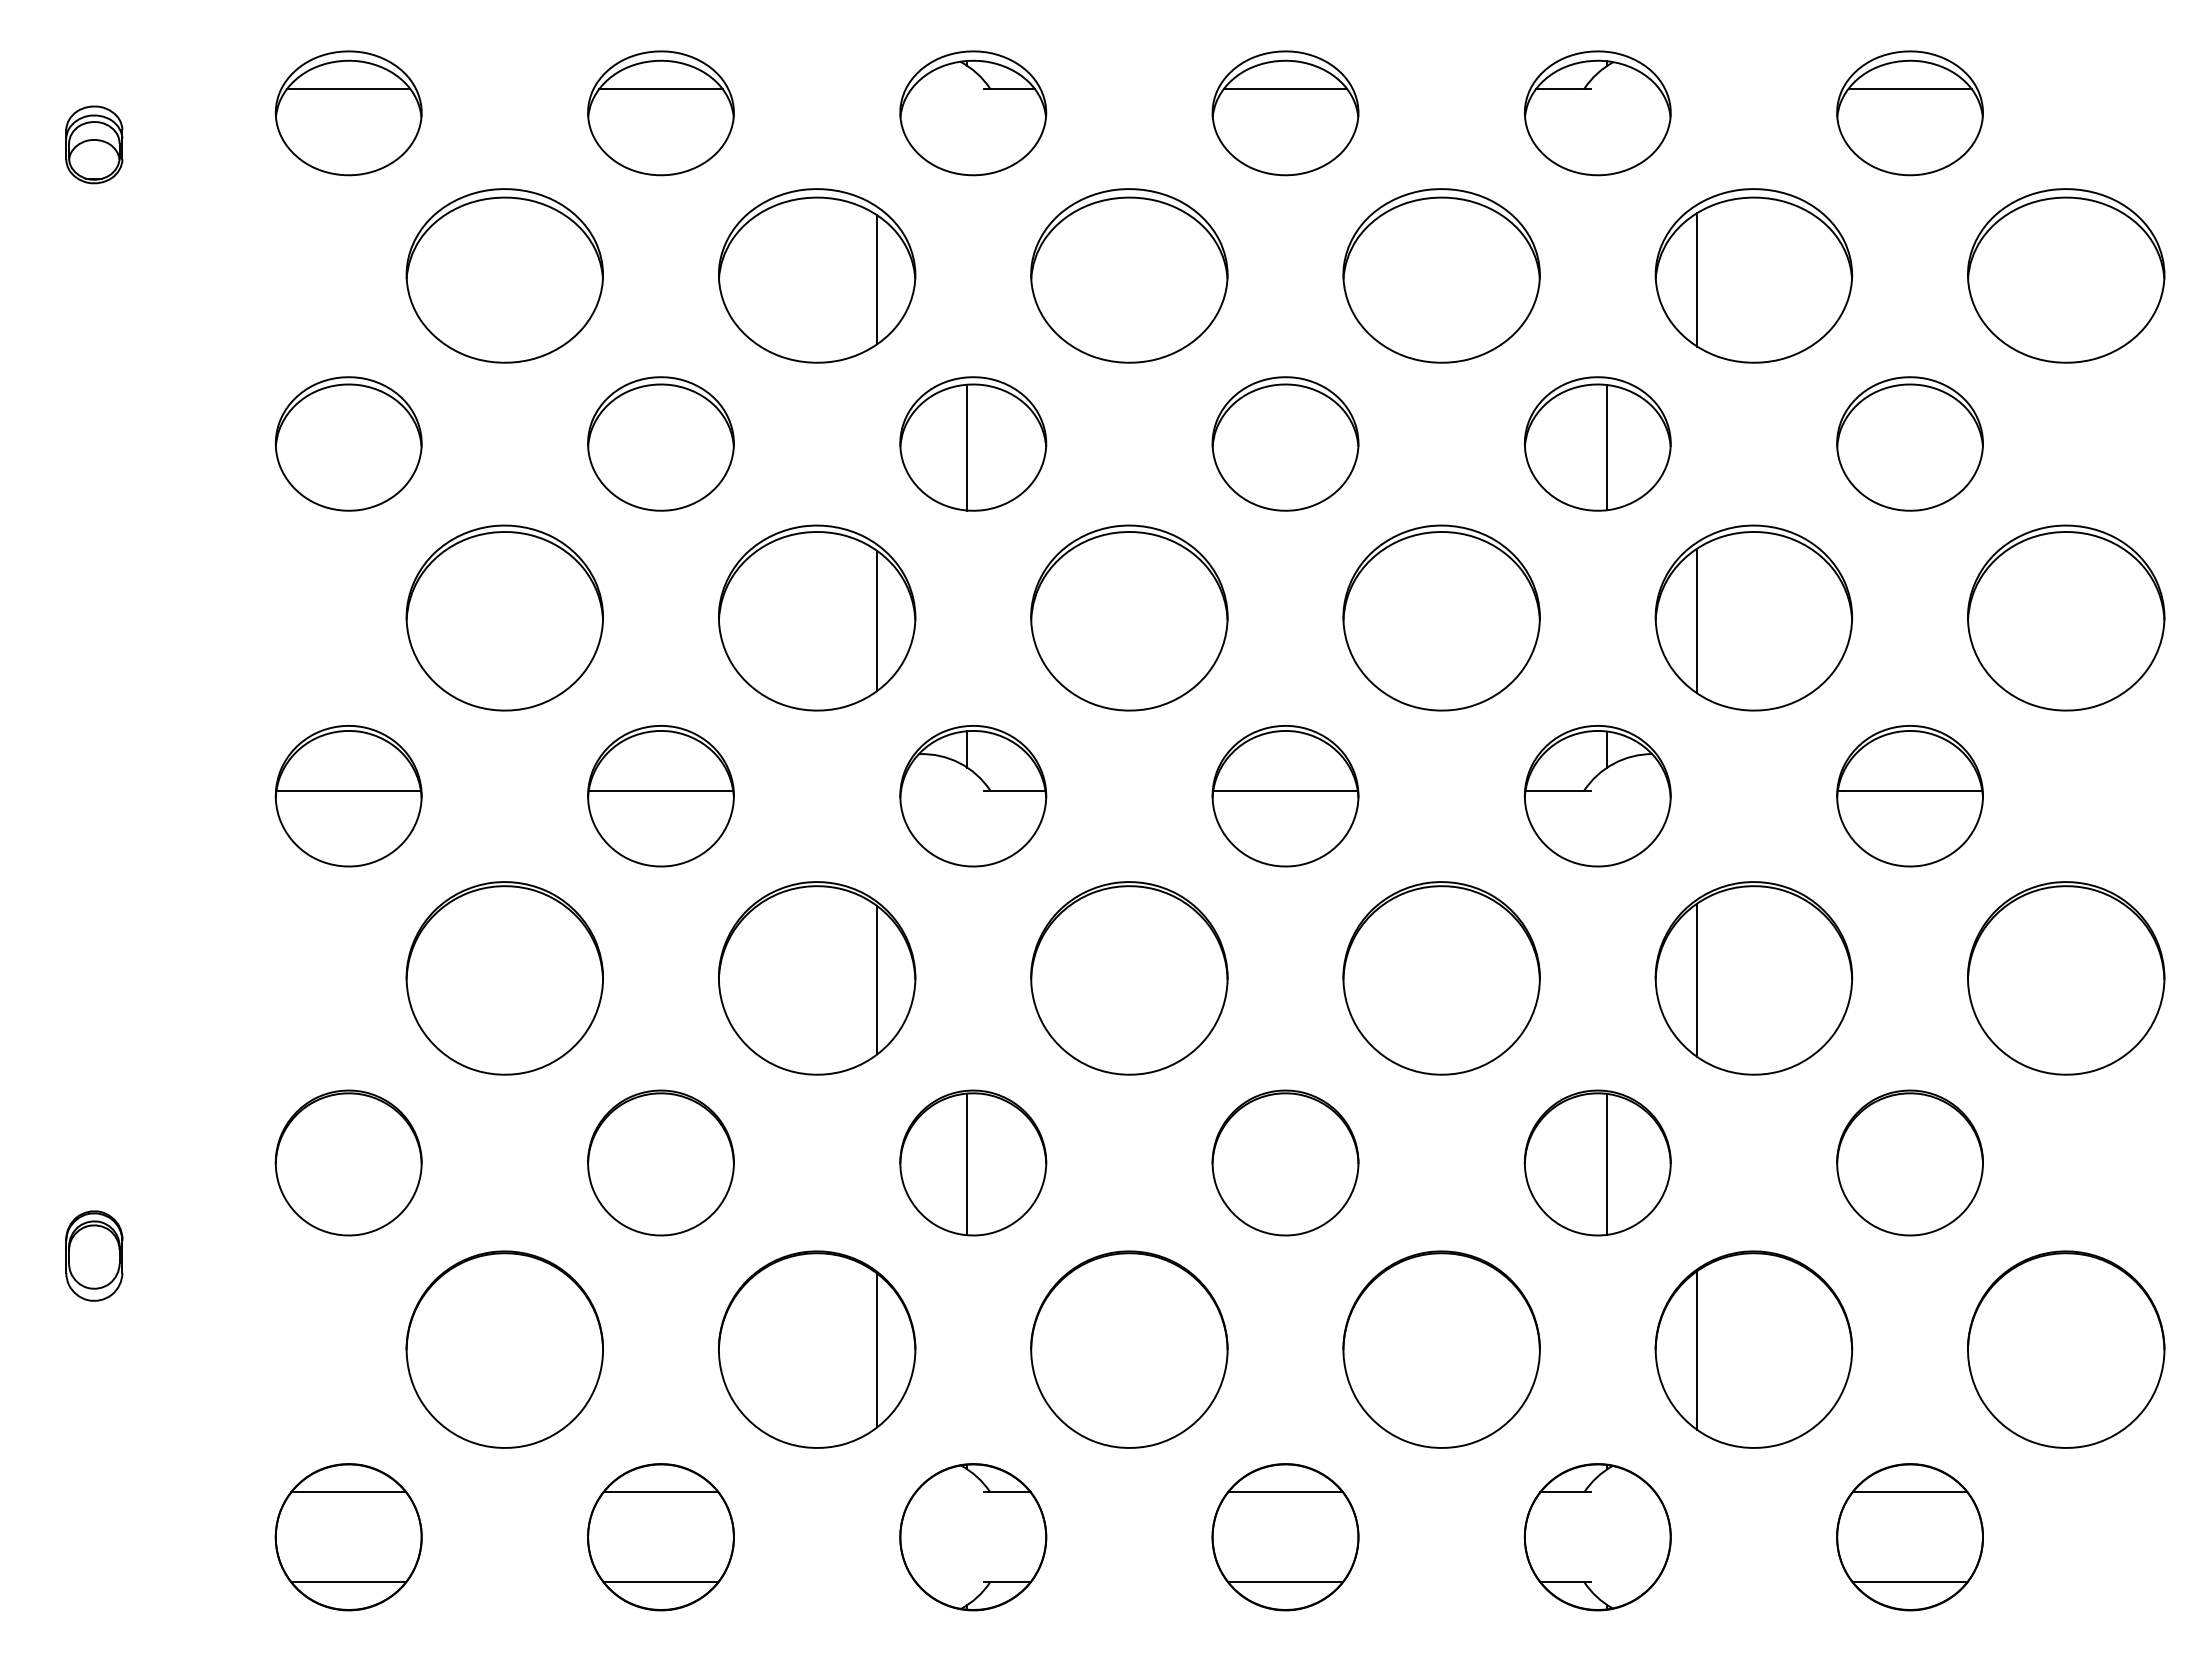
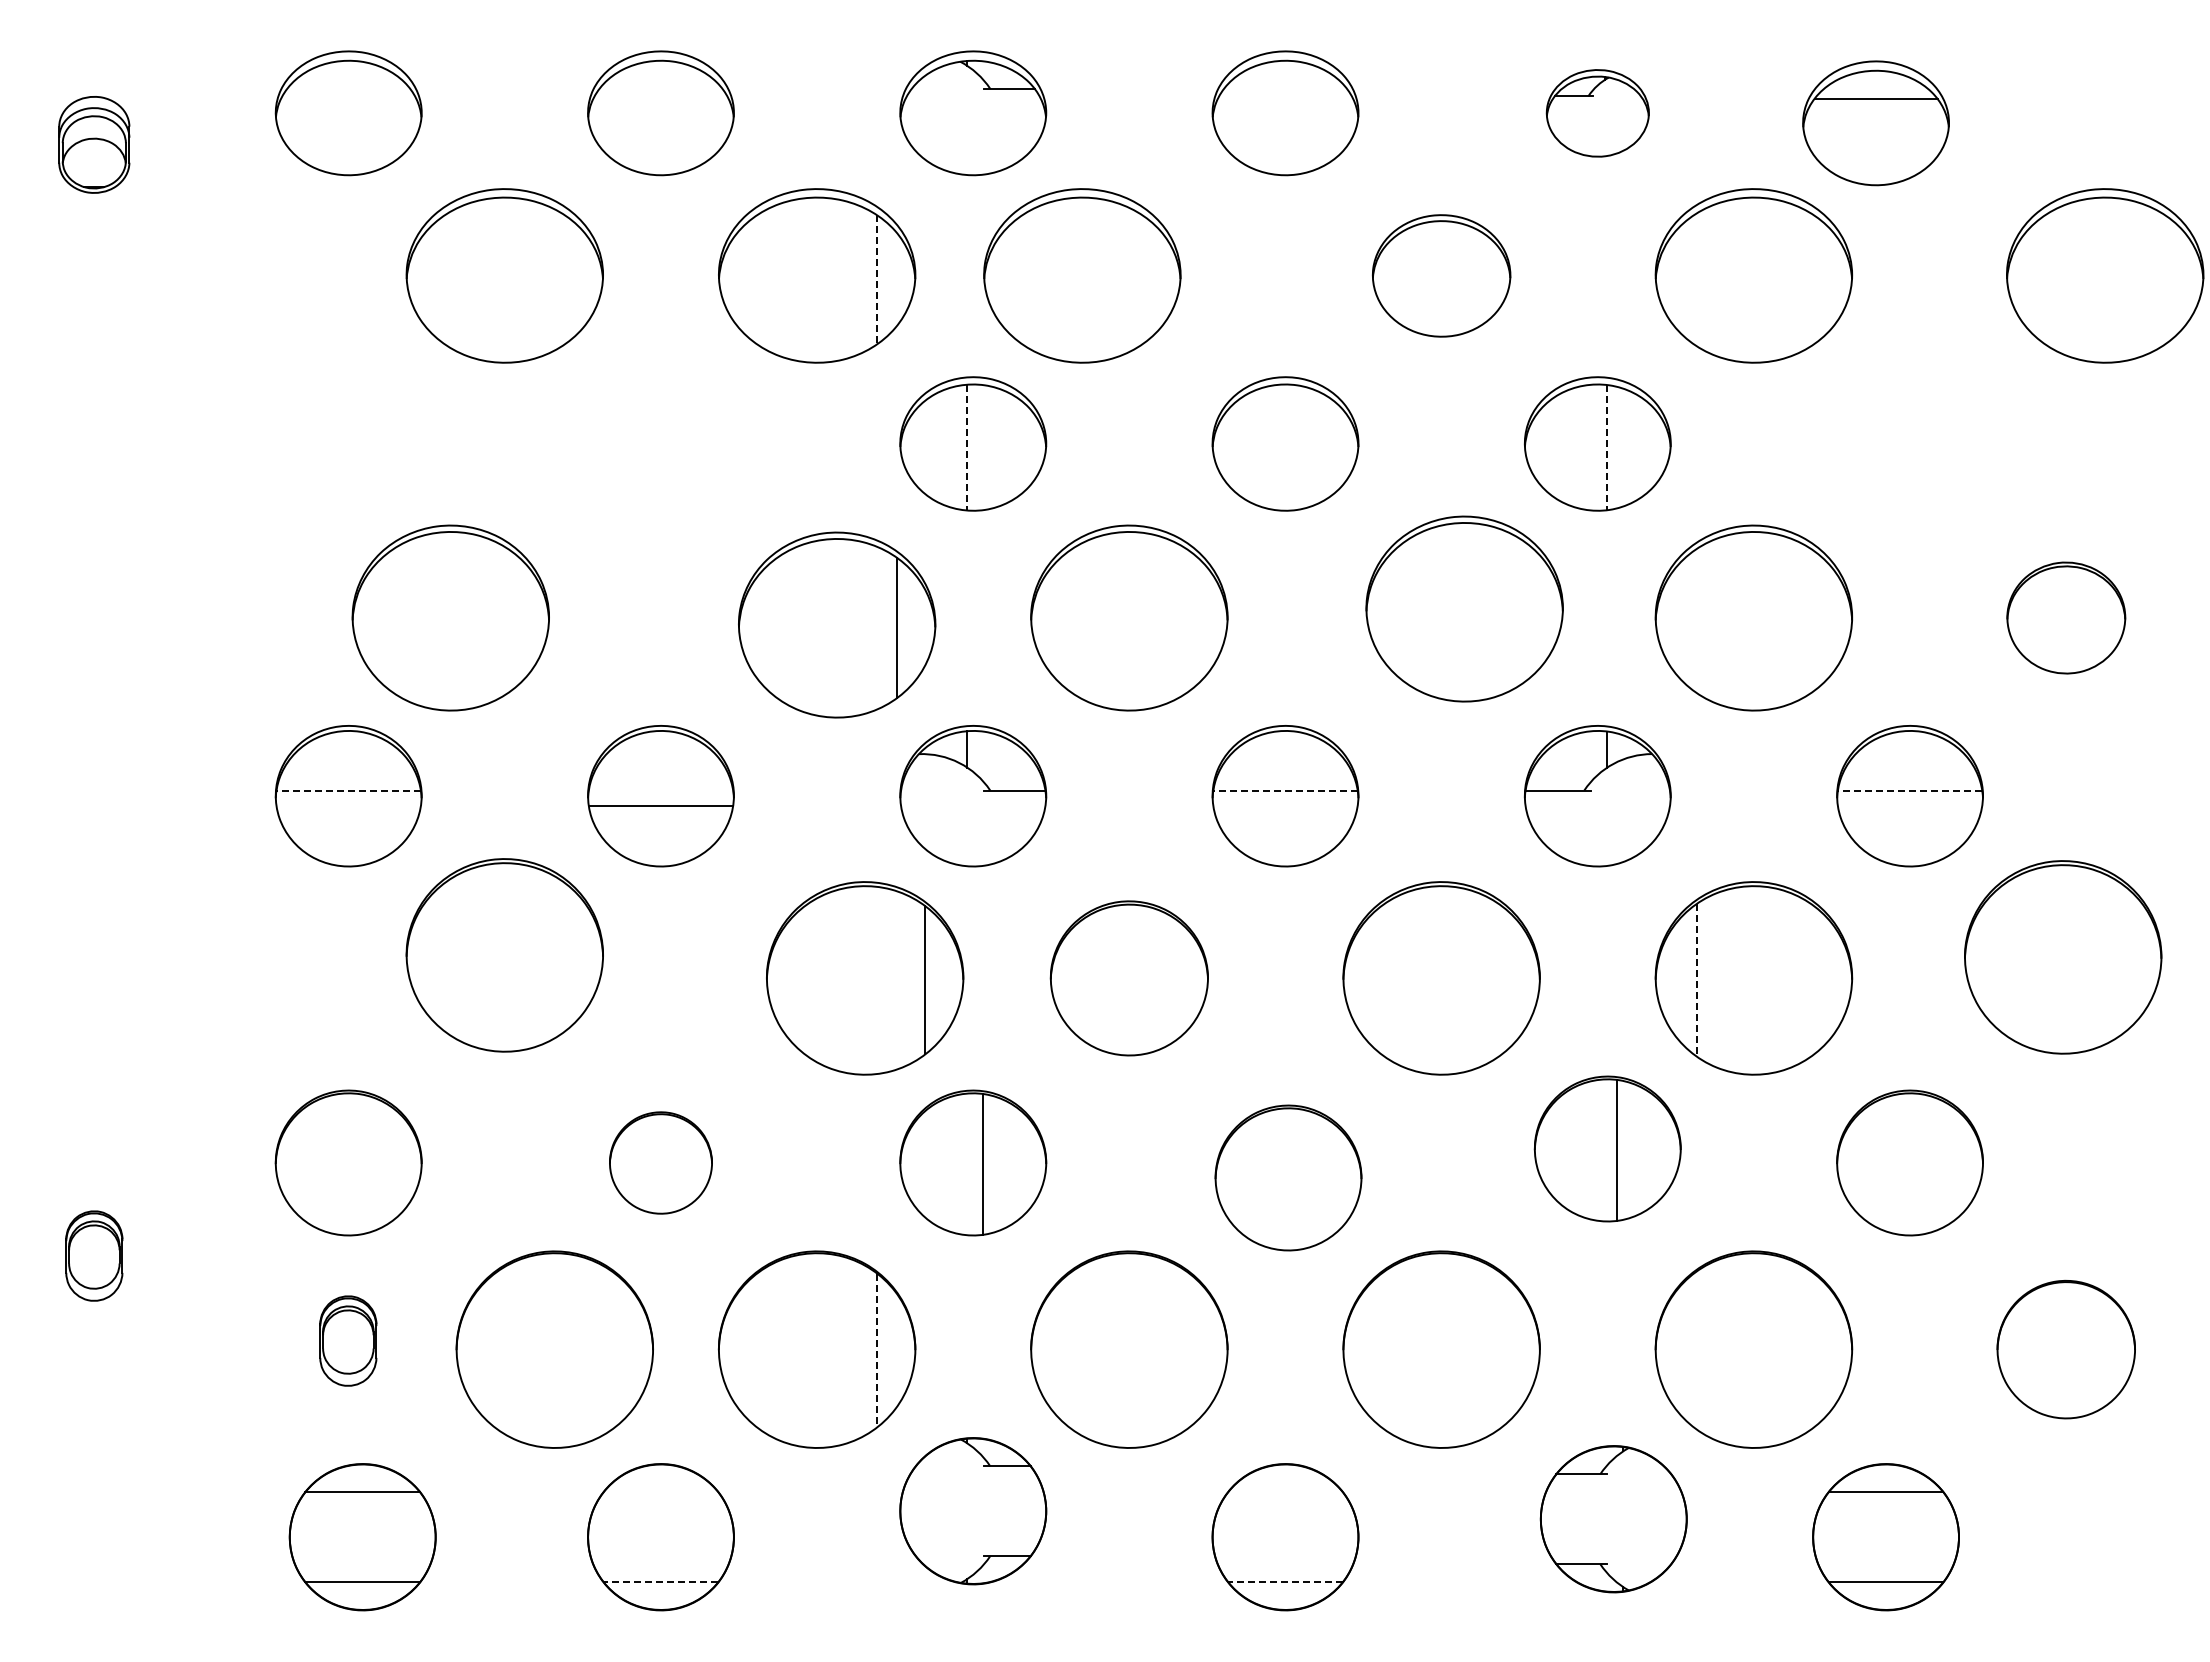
line at (348, 88): present -> none
line at (660, 88): present -> none
line at (1285, 88): present -> none
part at (1597, 113) size: 148x127 px -> 105x89 px
part at (1909, 113) position: (1909, 113) -> (1875, 123)
part at (94, 144) size: 59x80 px -> 73x98 px
part at (1129, 275) position: (1129, 275) -> (1082, 275)
part at (1441, 275) size: 199x176 px -> 140x124 px
part at (2066, 275) position: (2066, 275) -> (2105, 275)
line at (1697, 279): present -> none
line at (877, 280): solid -> dashed
part at (348, 443): present -> none
part at (660, 443): present -> none
part at (1909, 443): present -> none
line at (967, 447): solid -> dashed
line at (1607, 447): solid -> dashed
part at (504, 617) position: (504, 617) -> (450, 617)
part at (817, 617) position: (817, 617) -> (837, 624)
part at (1441, 617) position: (1441, 617) -> (1464, 608)
part at (2066, 617) size: 199x188 px -> 121x114 px
line at (1697, 620): present -> none
line at (348, 790): solid -> dashed
line at (660, 790) position: (660, 790) -> (660, 805)
line at (1285, 790): solid -> dashed
line at (1909, 790): solid -> dashed
part at (504, 978) position: (504, 978) -> (504, 955)
part at (817, 978) position: (817, 978) -> (865, 978)
part at (1129, 978) size: 199x195 px -> 160x157 px
part at (2066, 978) position: (2066, 978) -> (2063, 957)
line at (1697, 980): solid -> dashed
part at (660, 1162) size: 148x148 px -> 104x104 px
part at (1285, 1162) position: (1285, 1162) -> (1288, 1177)
part at (1597, 1162) position: (1597, 1162) -> (1607, 1148)
line at (967, 1164) position: (967, 1164) -> (983, 1164)
part at (348, 1340): none -> present
part at (504, 1349) position: (504, 1349) -> (554, 1349)
part at (2066, 1349) size: 199x199 px -> 140x141 px
line at (877, 1350): solid -> dashed
line at (1697, 1350): present -> none
line at (660, 1492): present -> none
line at (1285, 1492): present -> none
part at (348, 1537) position: (348, 1537) -> (362, 1537)
part at (973, 1537) position: (973, 1537) -> (973, 1511)
part at (1597, 1537) position: (1597, 1537) -> (1613, 1519)
part at (1909, 1537) position: (1909, 1537) -> (1885, 1537)
line at (660, 1582): solid -> dashed
line at (1285, 1582): solid -> dashed
